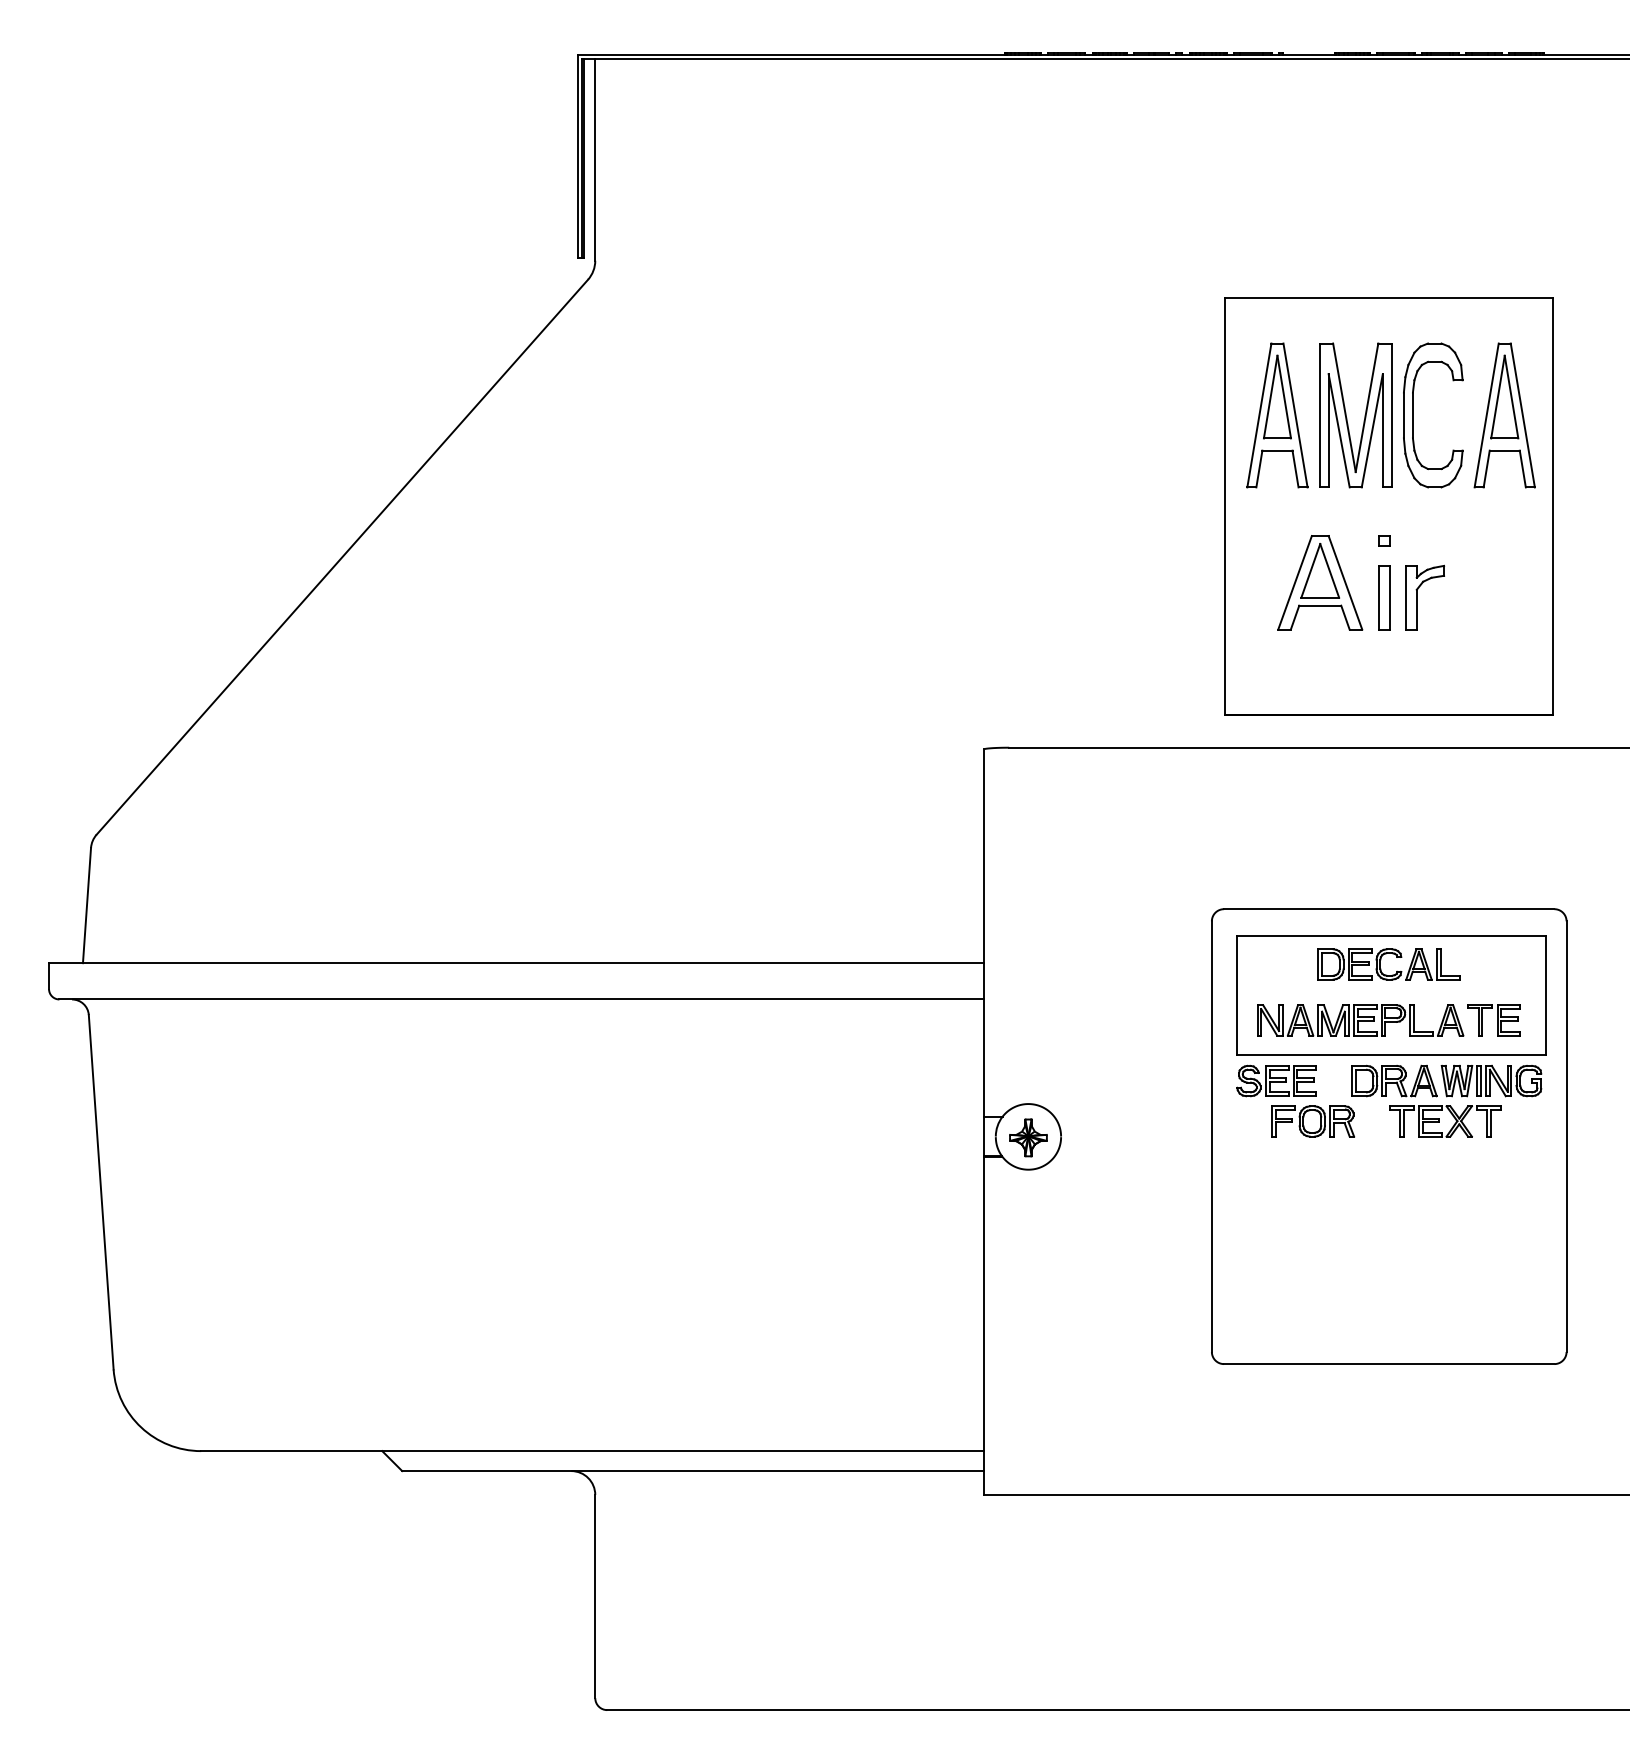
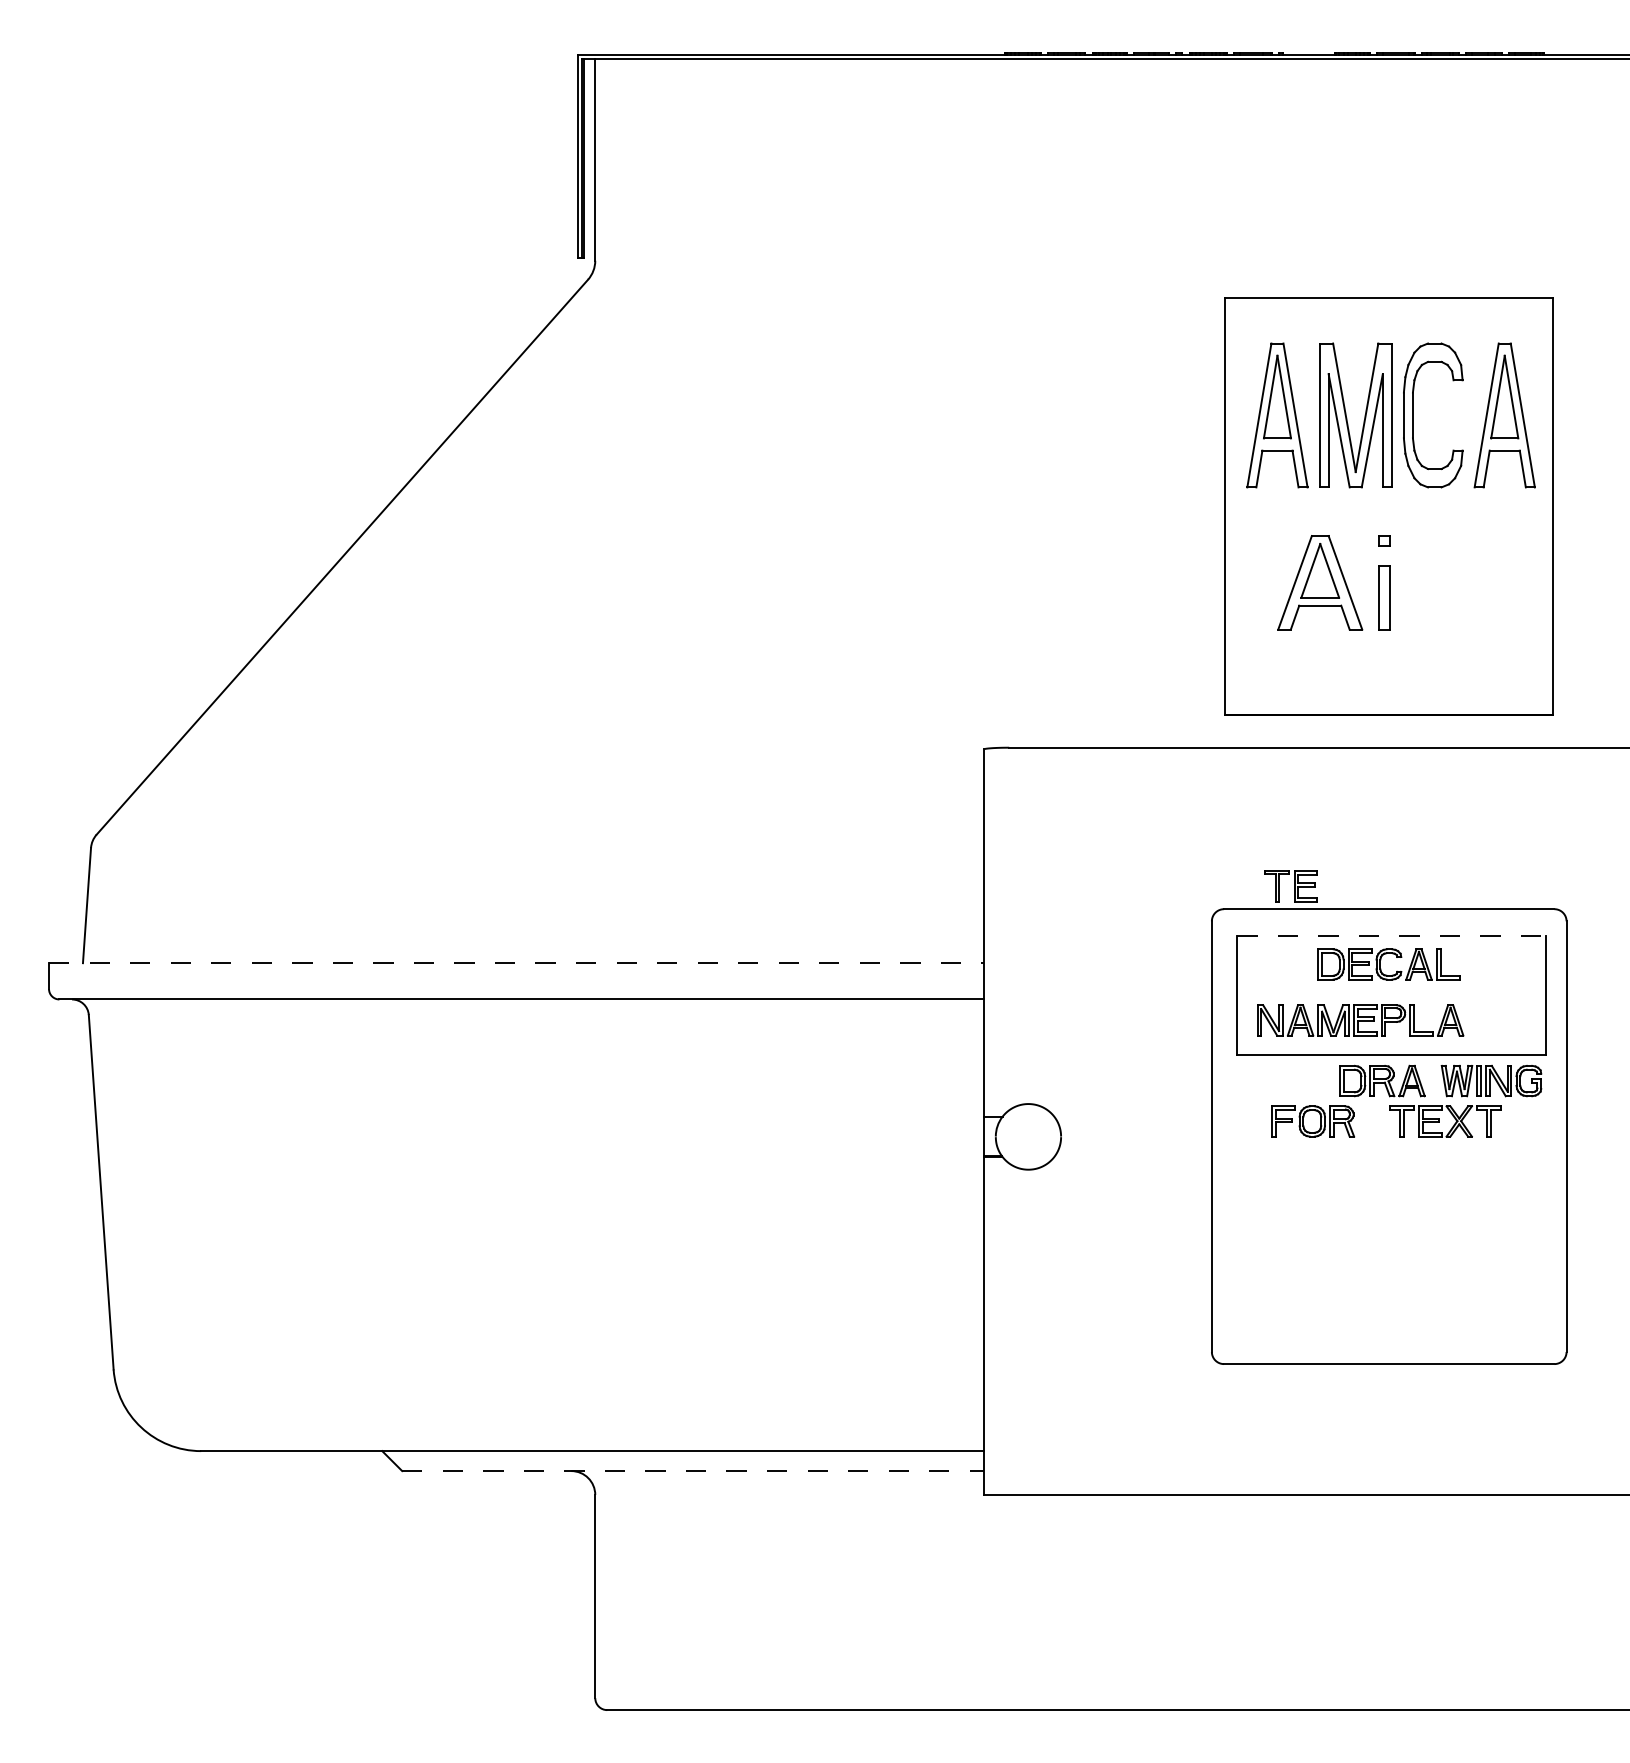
part at (1417, 597): present -> none
line at (1391, 935): solid -> dashed
line at (516, 963): solid -> dashed
part at (1493, 1020) position: (1493, 1020) -> (1290, 886)
part at (1276, 1080): present -> none
part at (1394, 1080) position: (1394, 1080) -> (1382, 1080)
part at (1028, 1137): present -> none
line at (693, 1471): solid -> dashed
